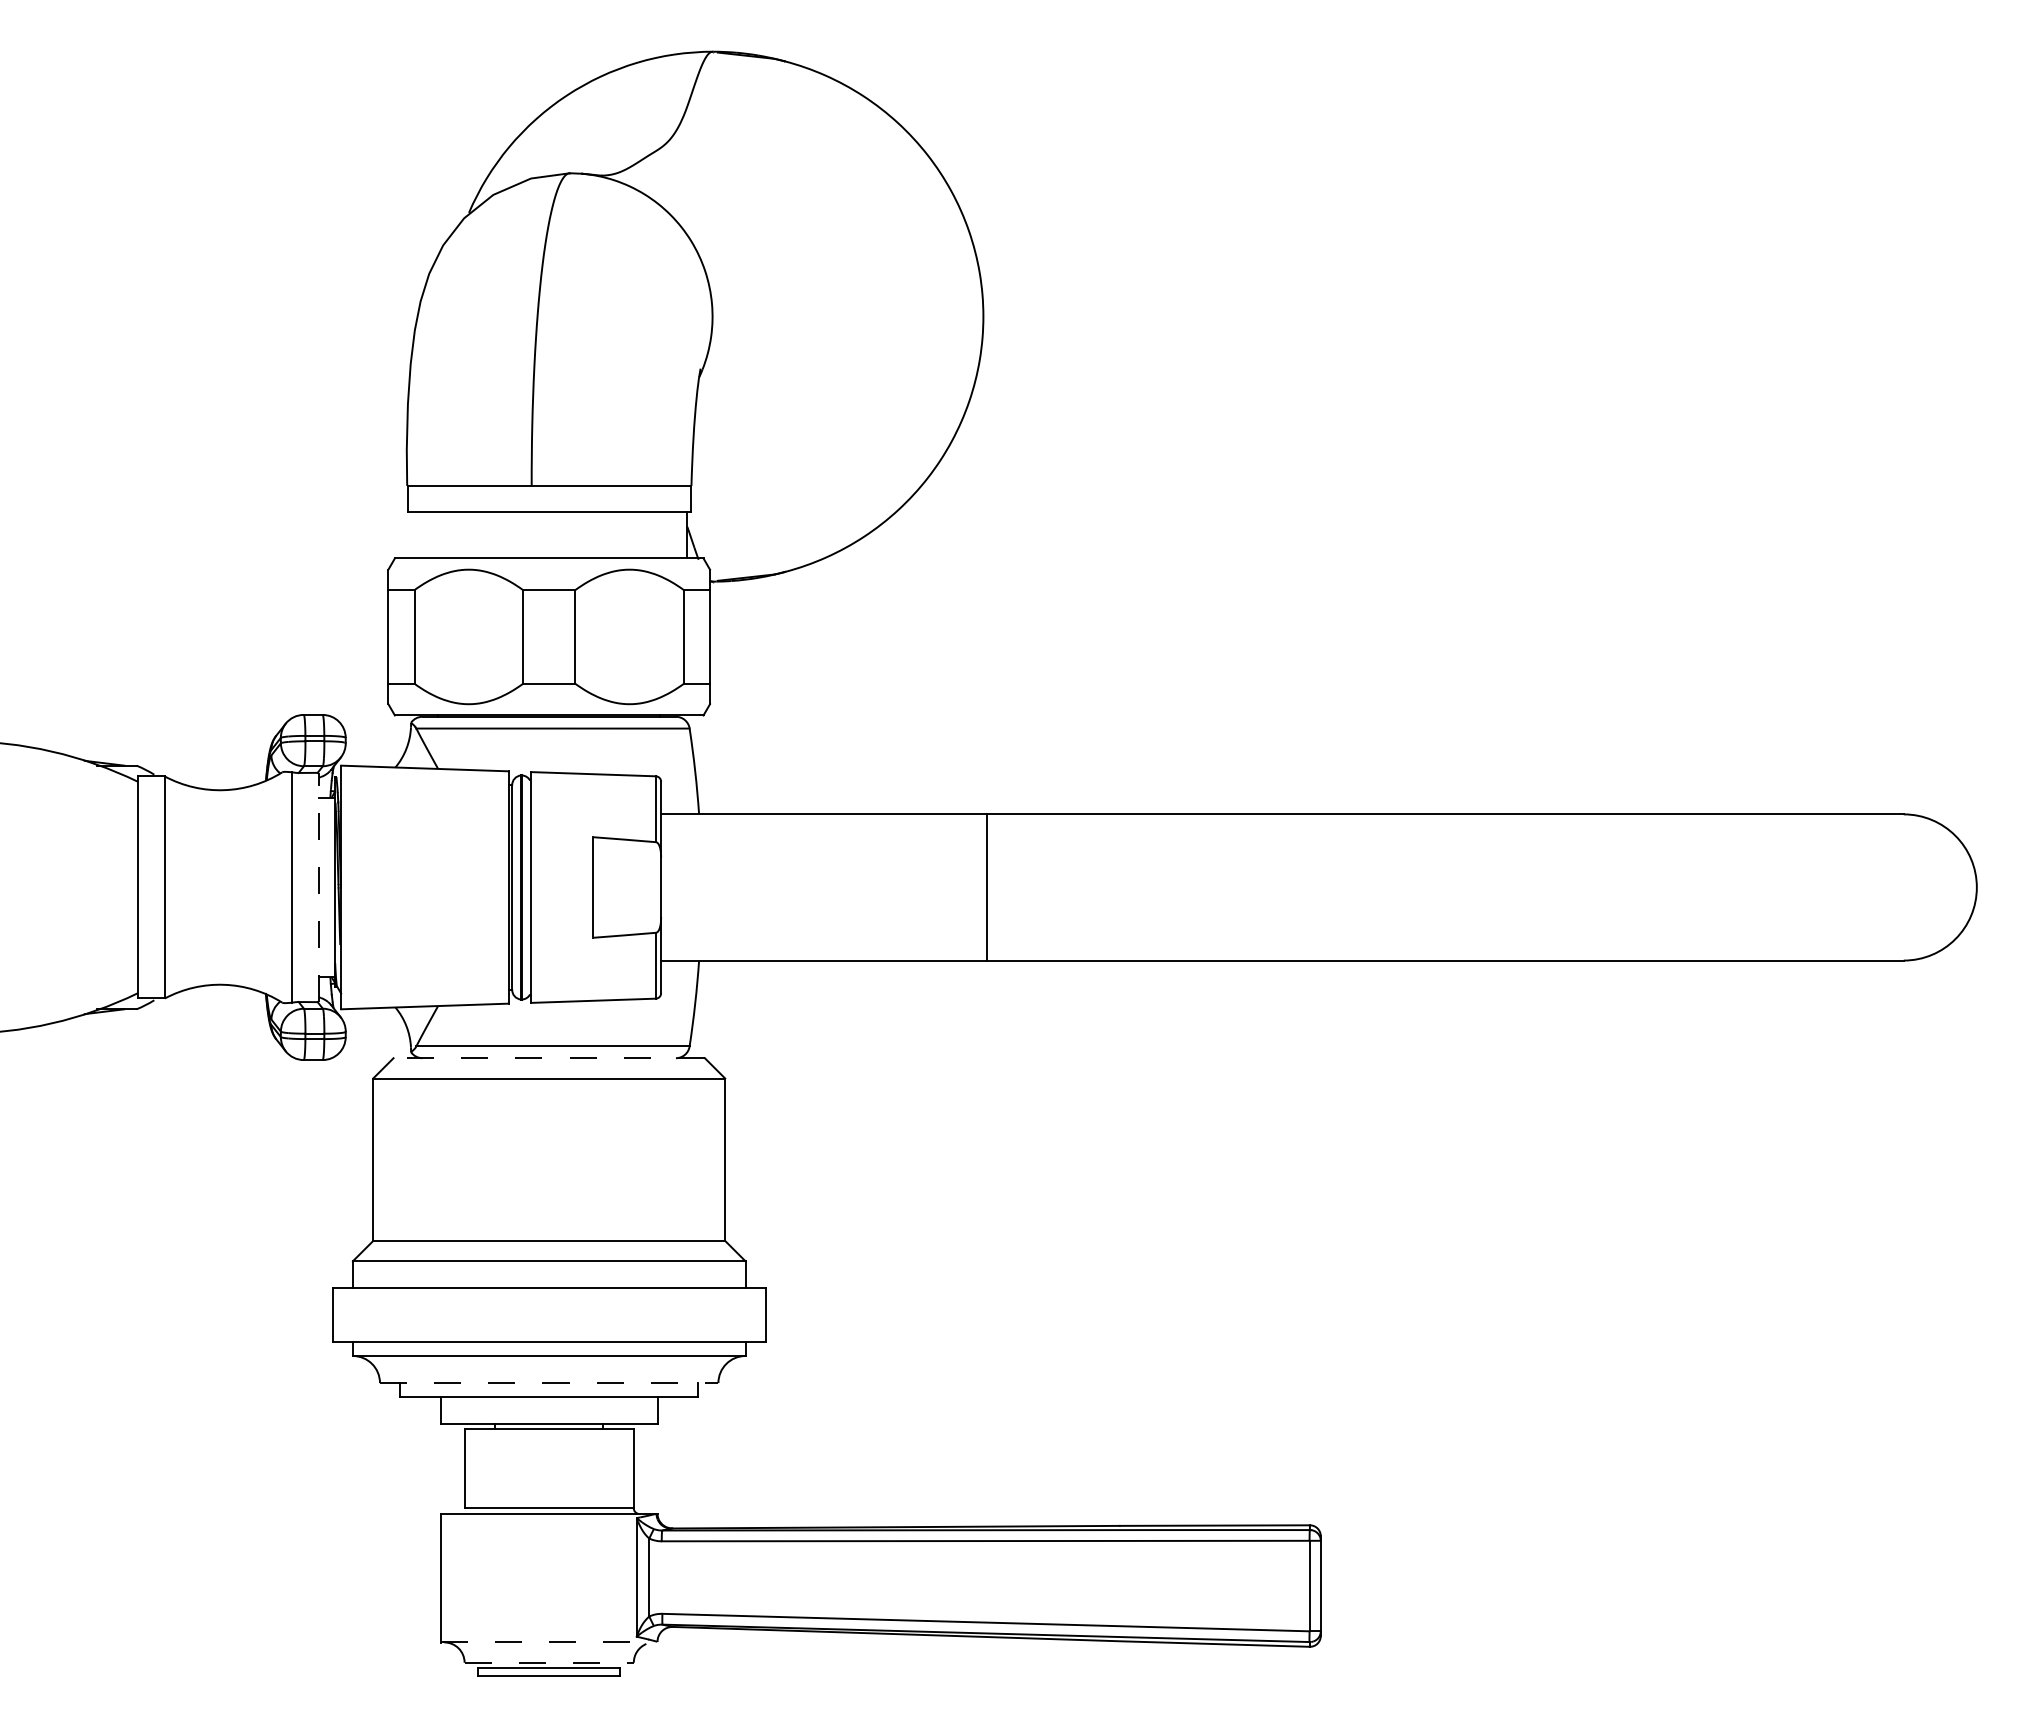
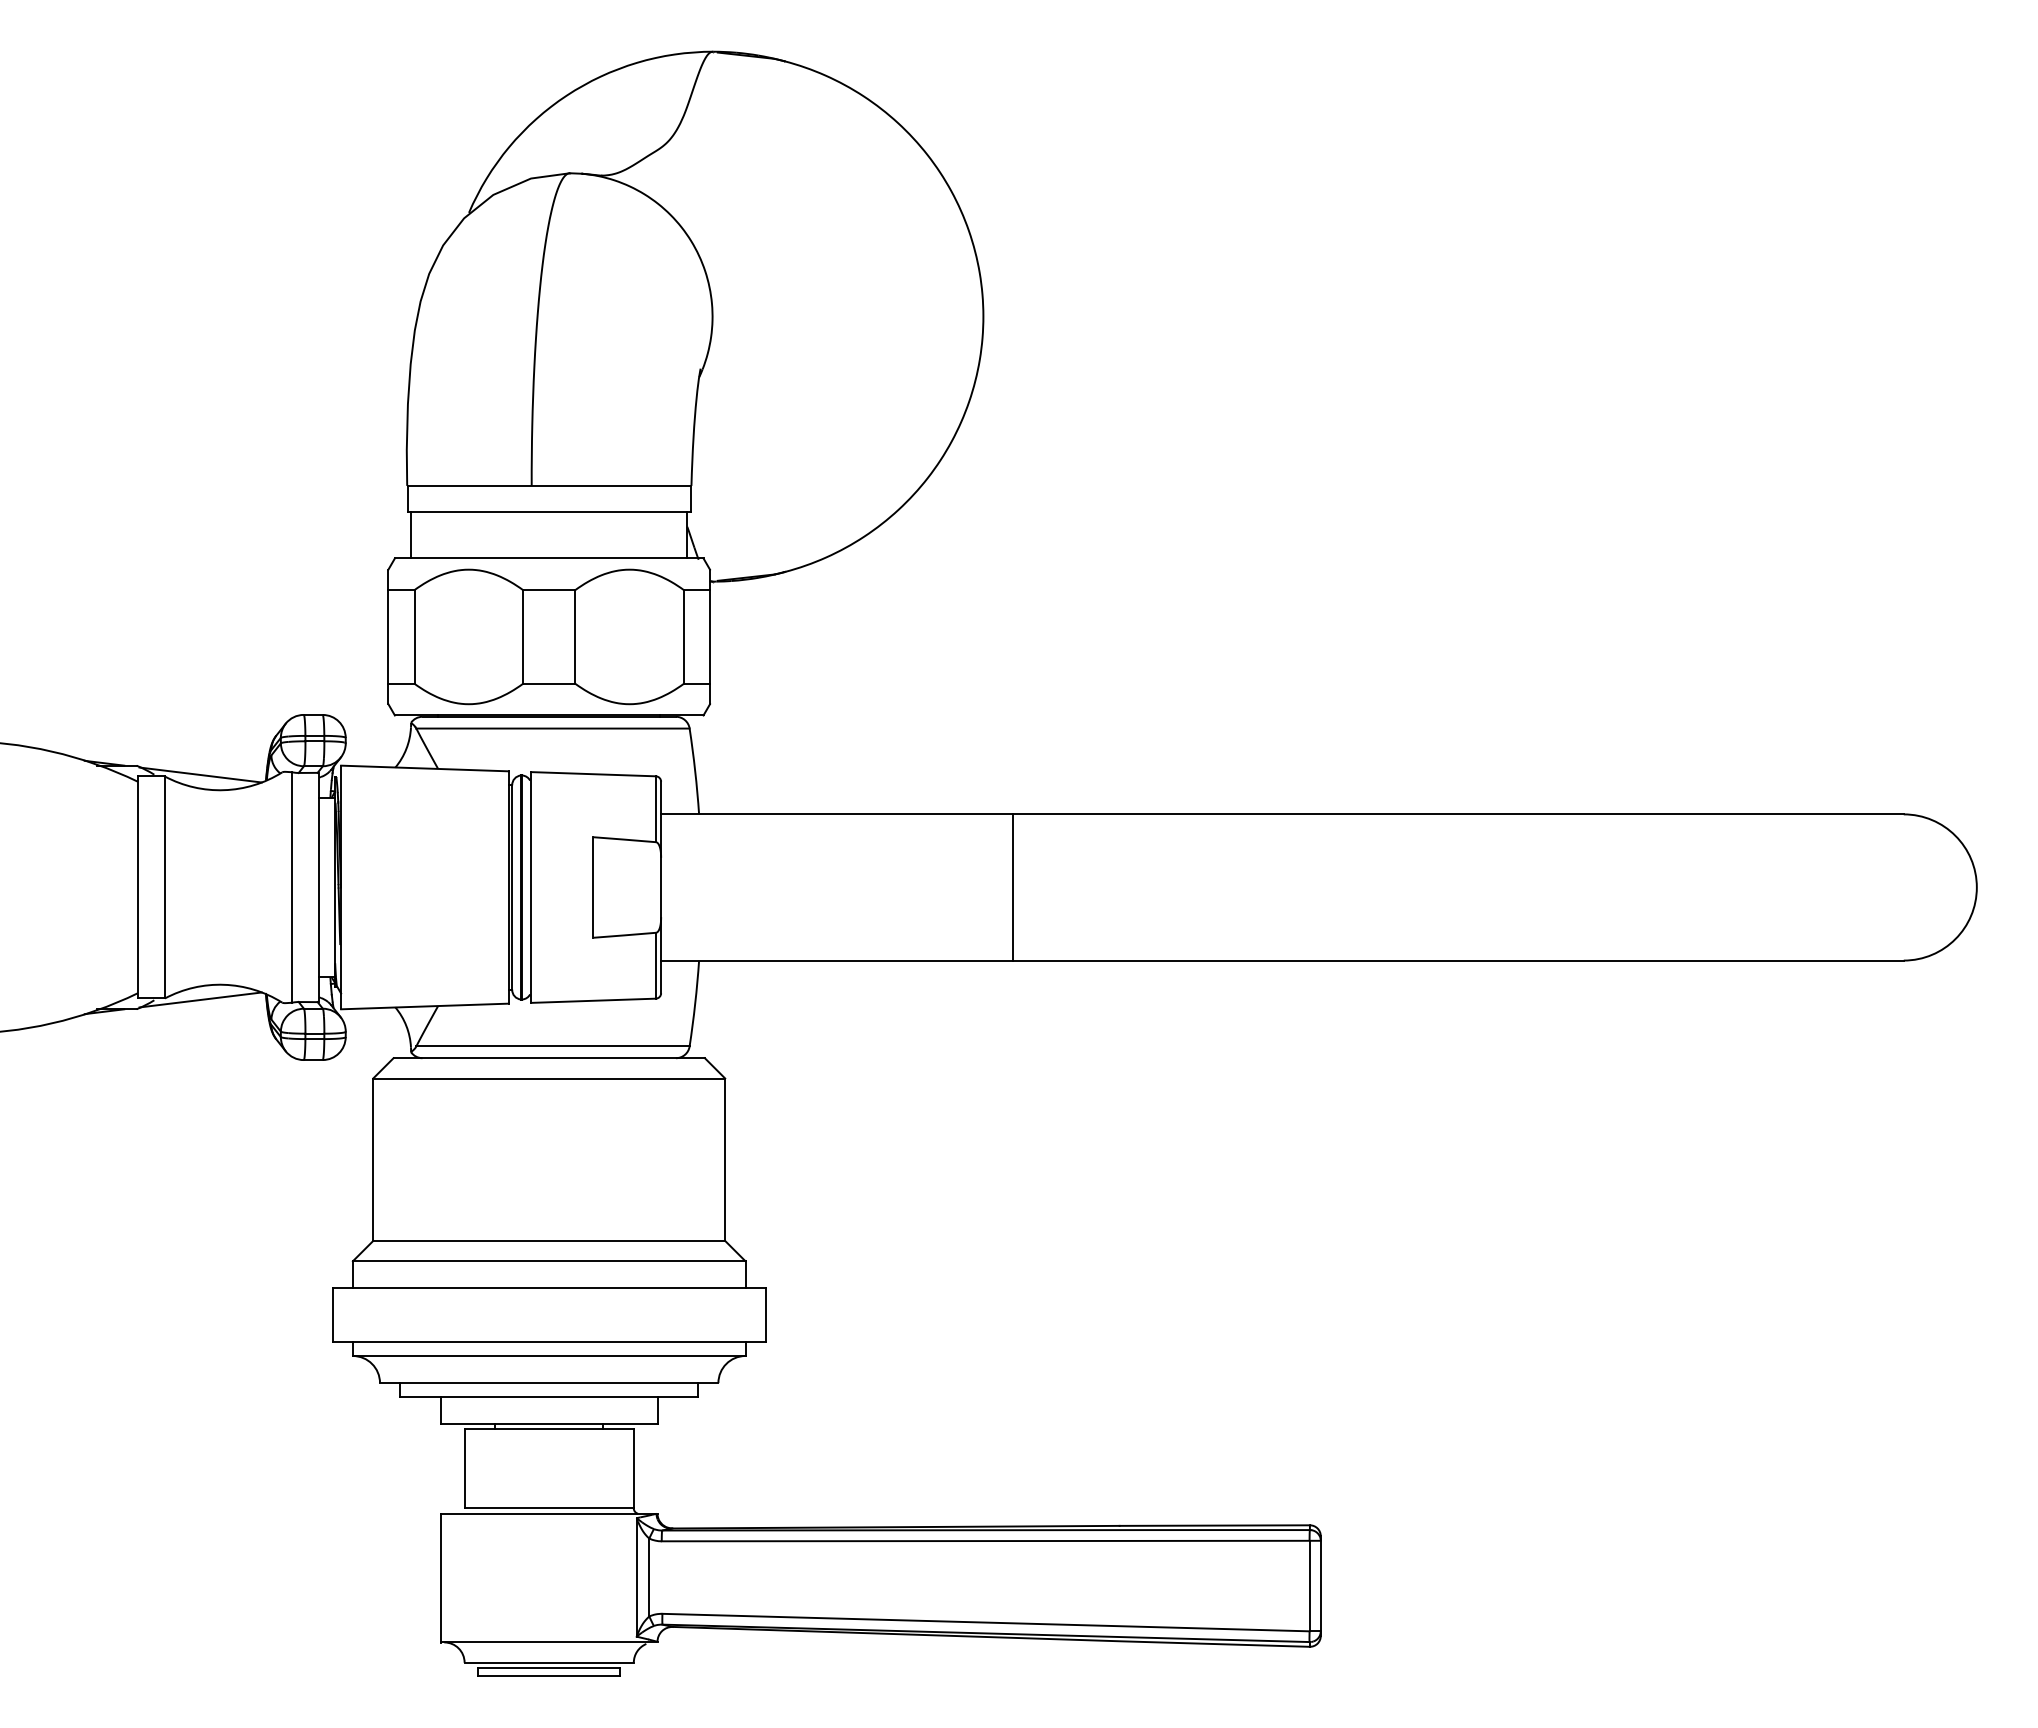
line at (411, 534): none -> present
line at (200, 774): none -> present
line at (318, 887): dashed -> solid
line at (987, 887) position: (987, 887) -> (1013, 887)
line at (200, 999): none -> present
line at (549, 1058): dashed -> solid
line at (549, 1383): dashed -> solid
line at (549, 1642): dashed -> solid
line at (549, 1662): dashed -> solid
